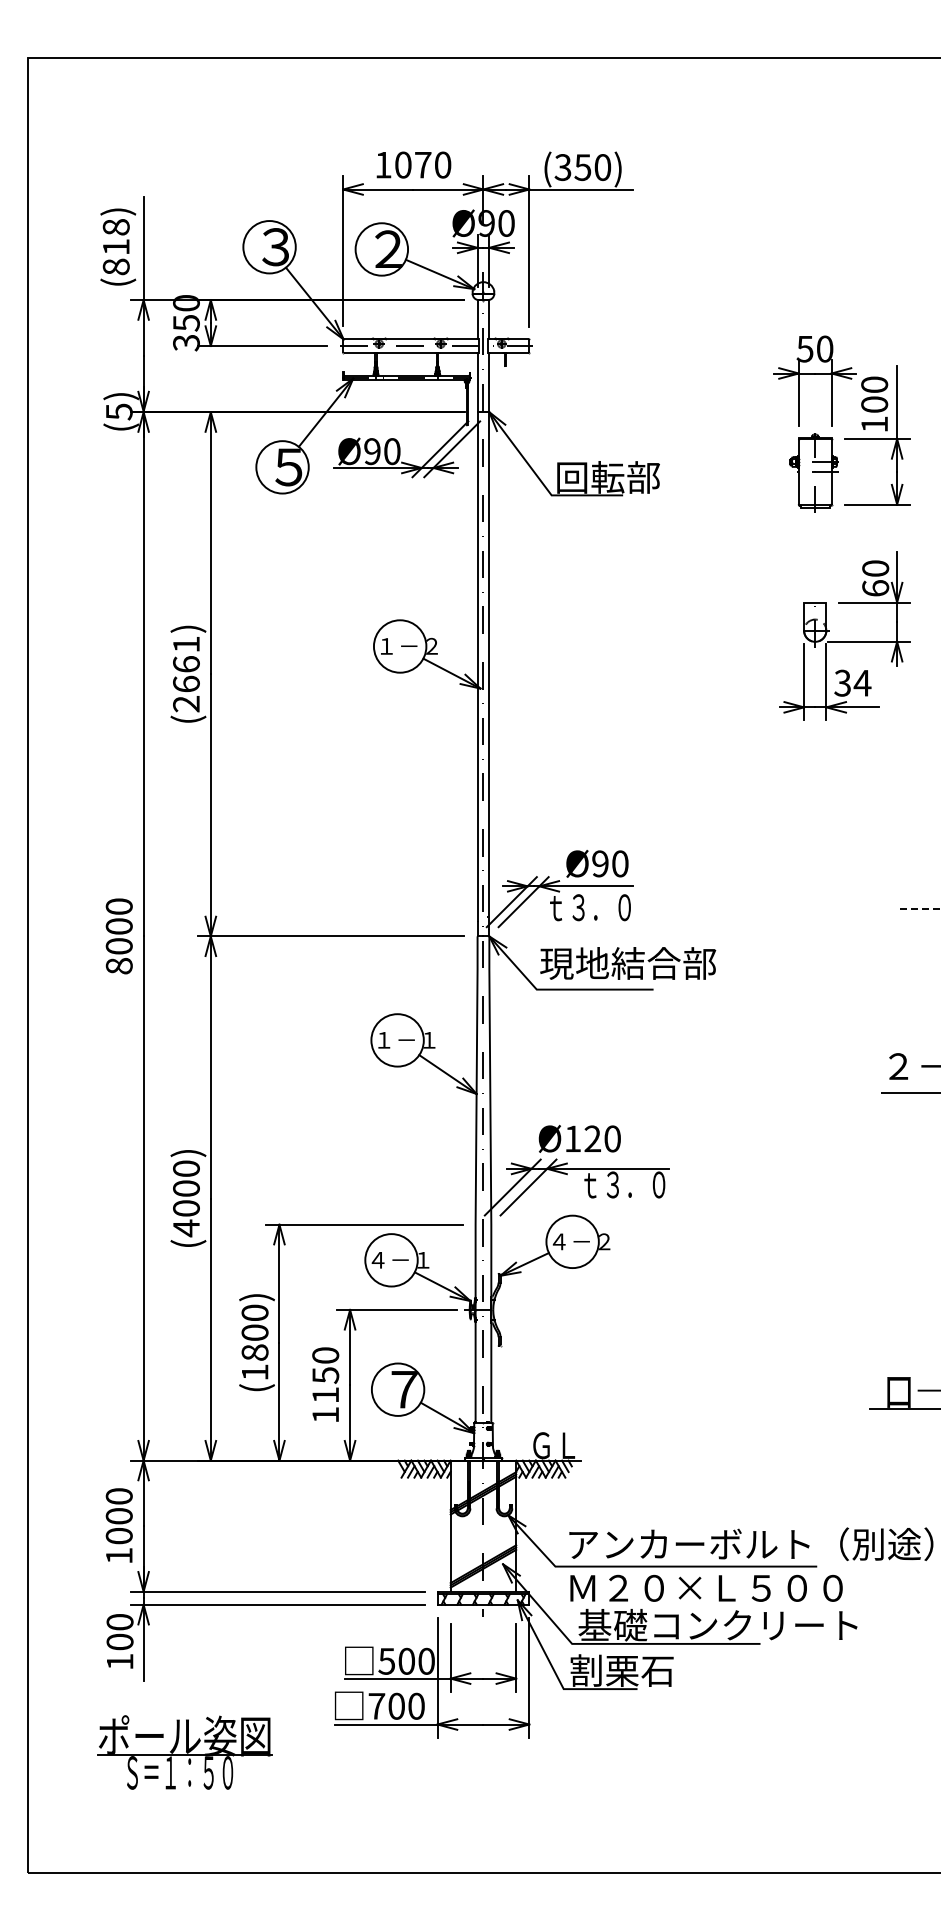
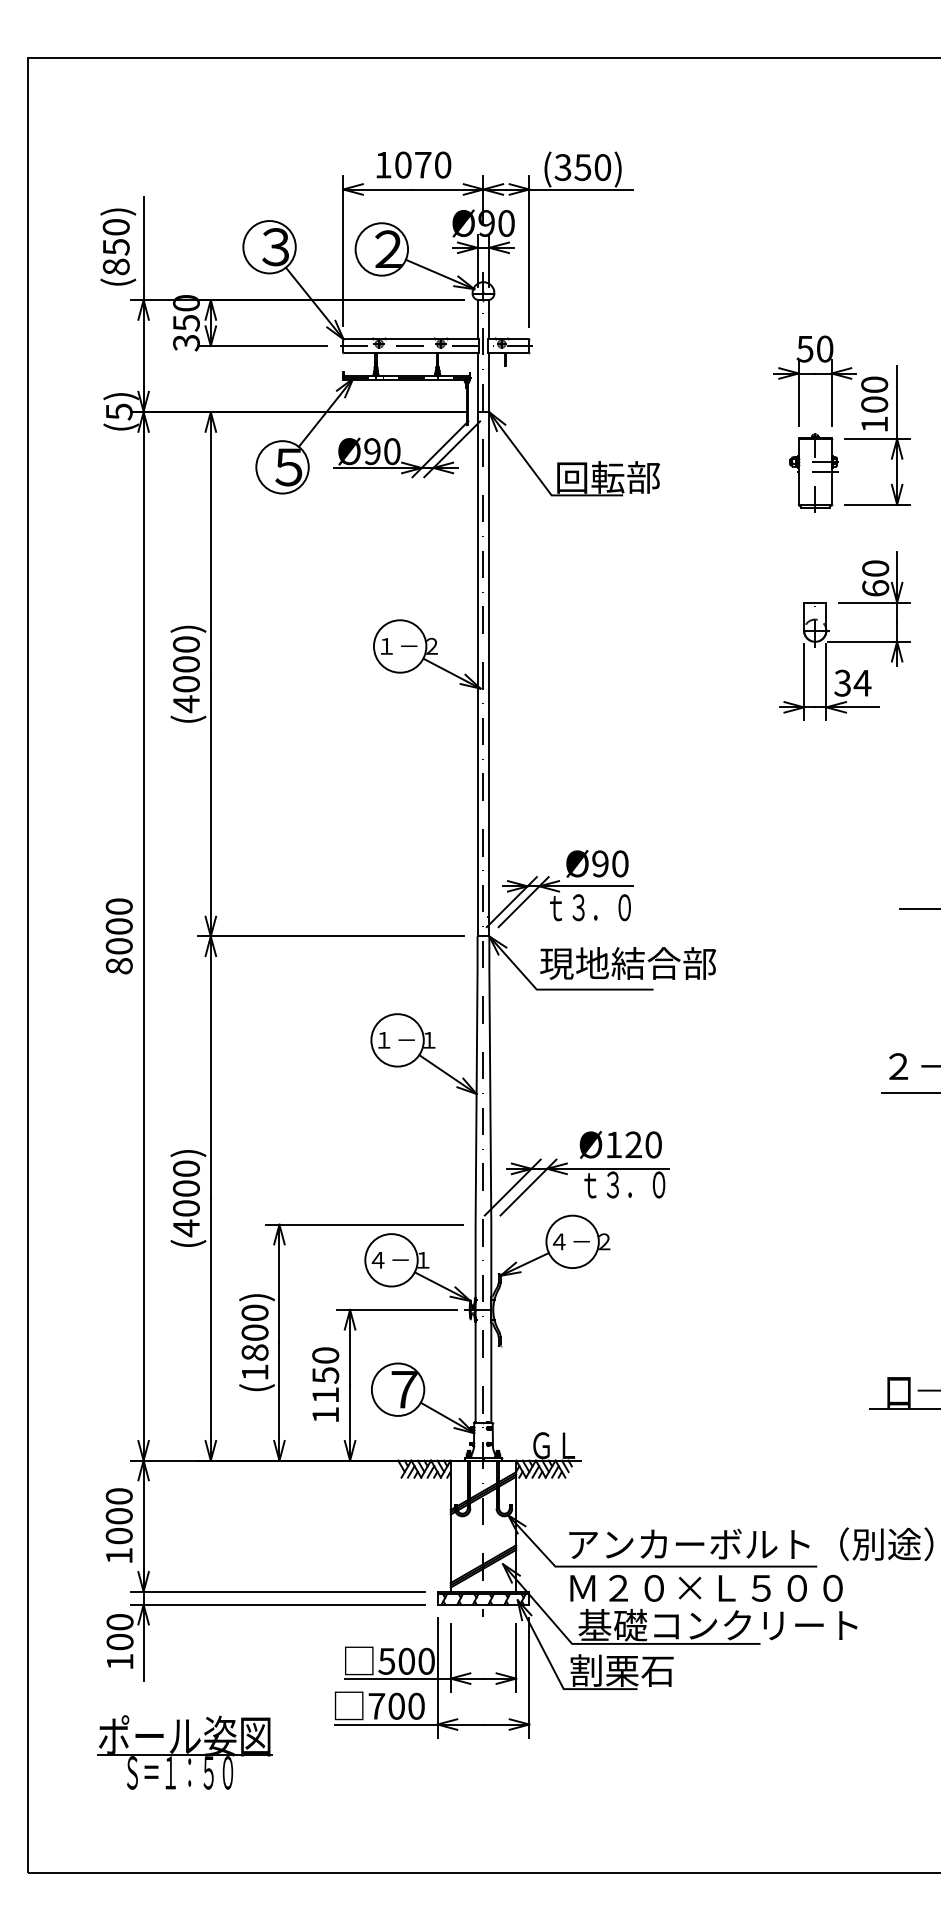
text at (116, 237): (818) -> (850)
text at (186, 674): (2661) -> (4000)
line at (920, 908): dashed -> solid
text at (579, 1138) position: (579, 1138) -> (620, 1144)
